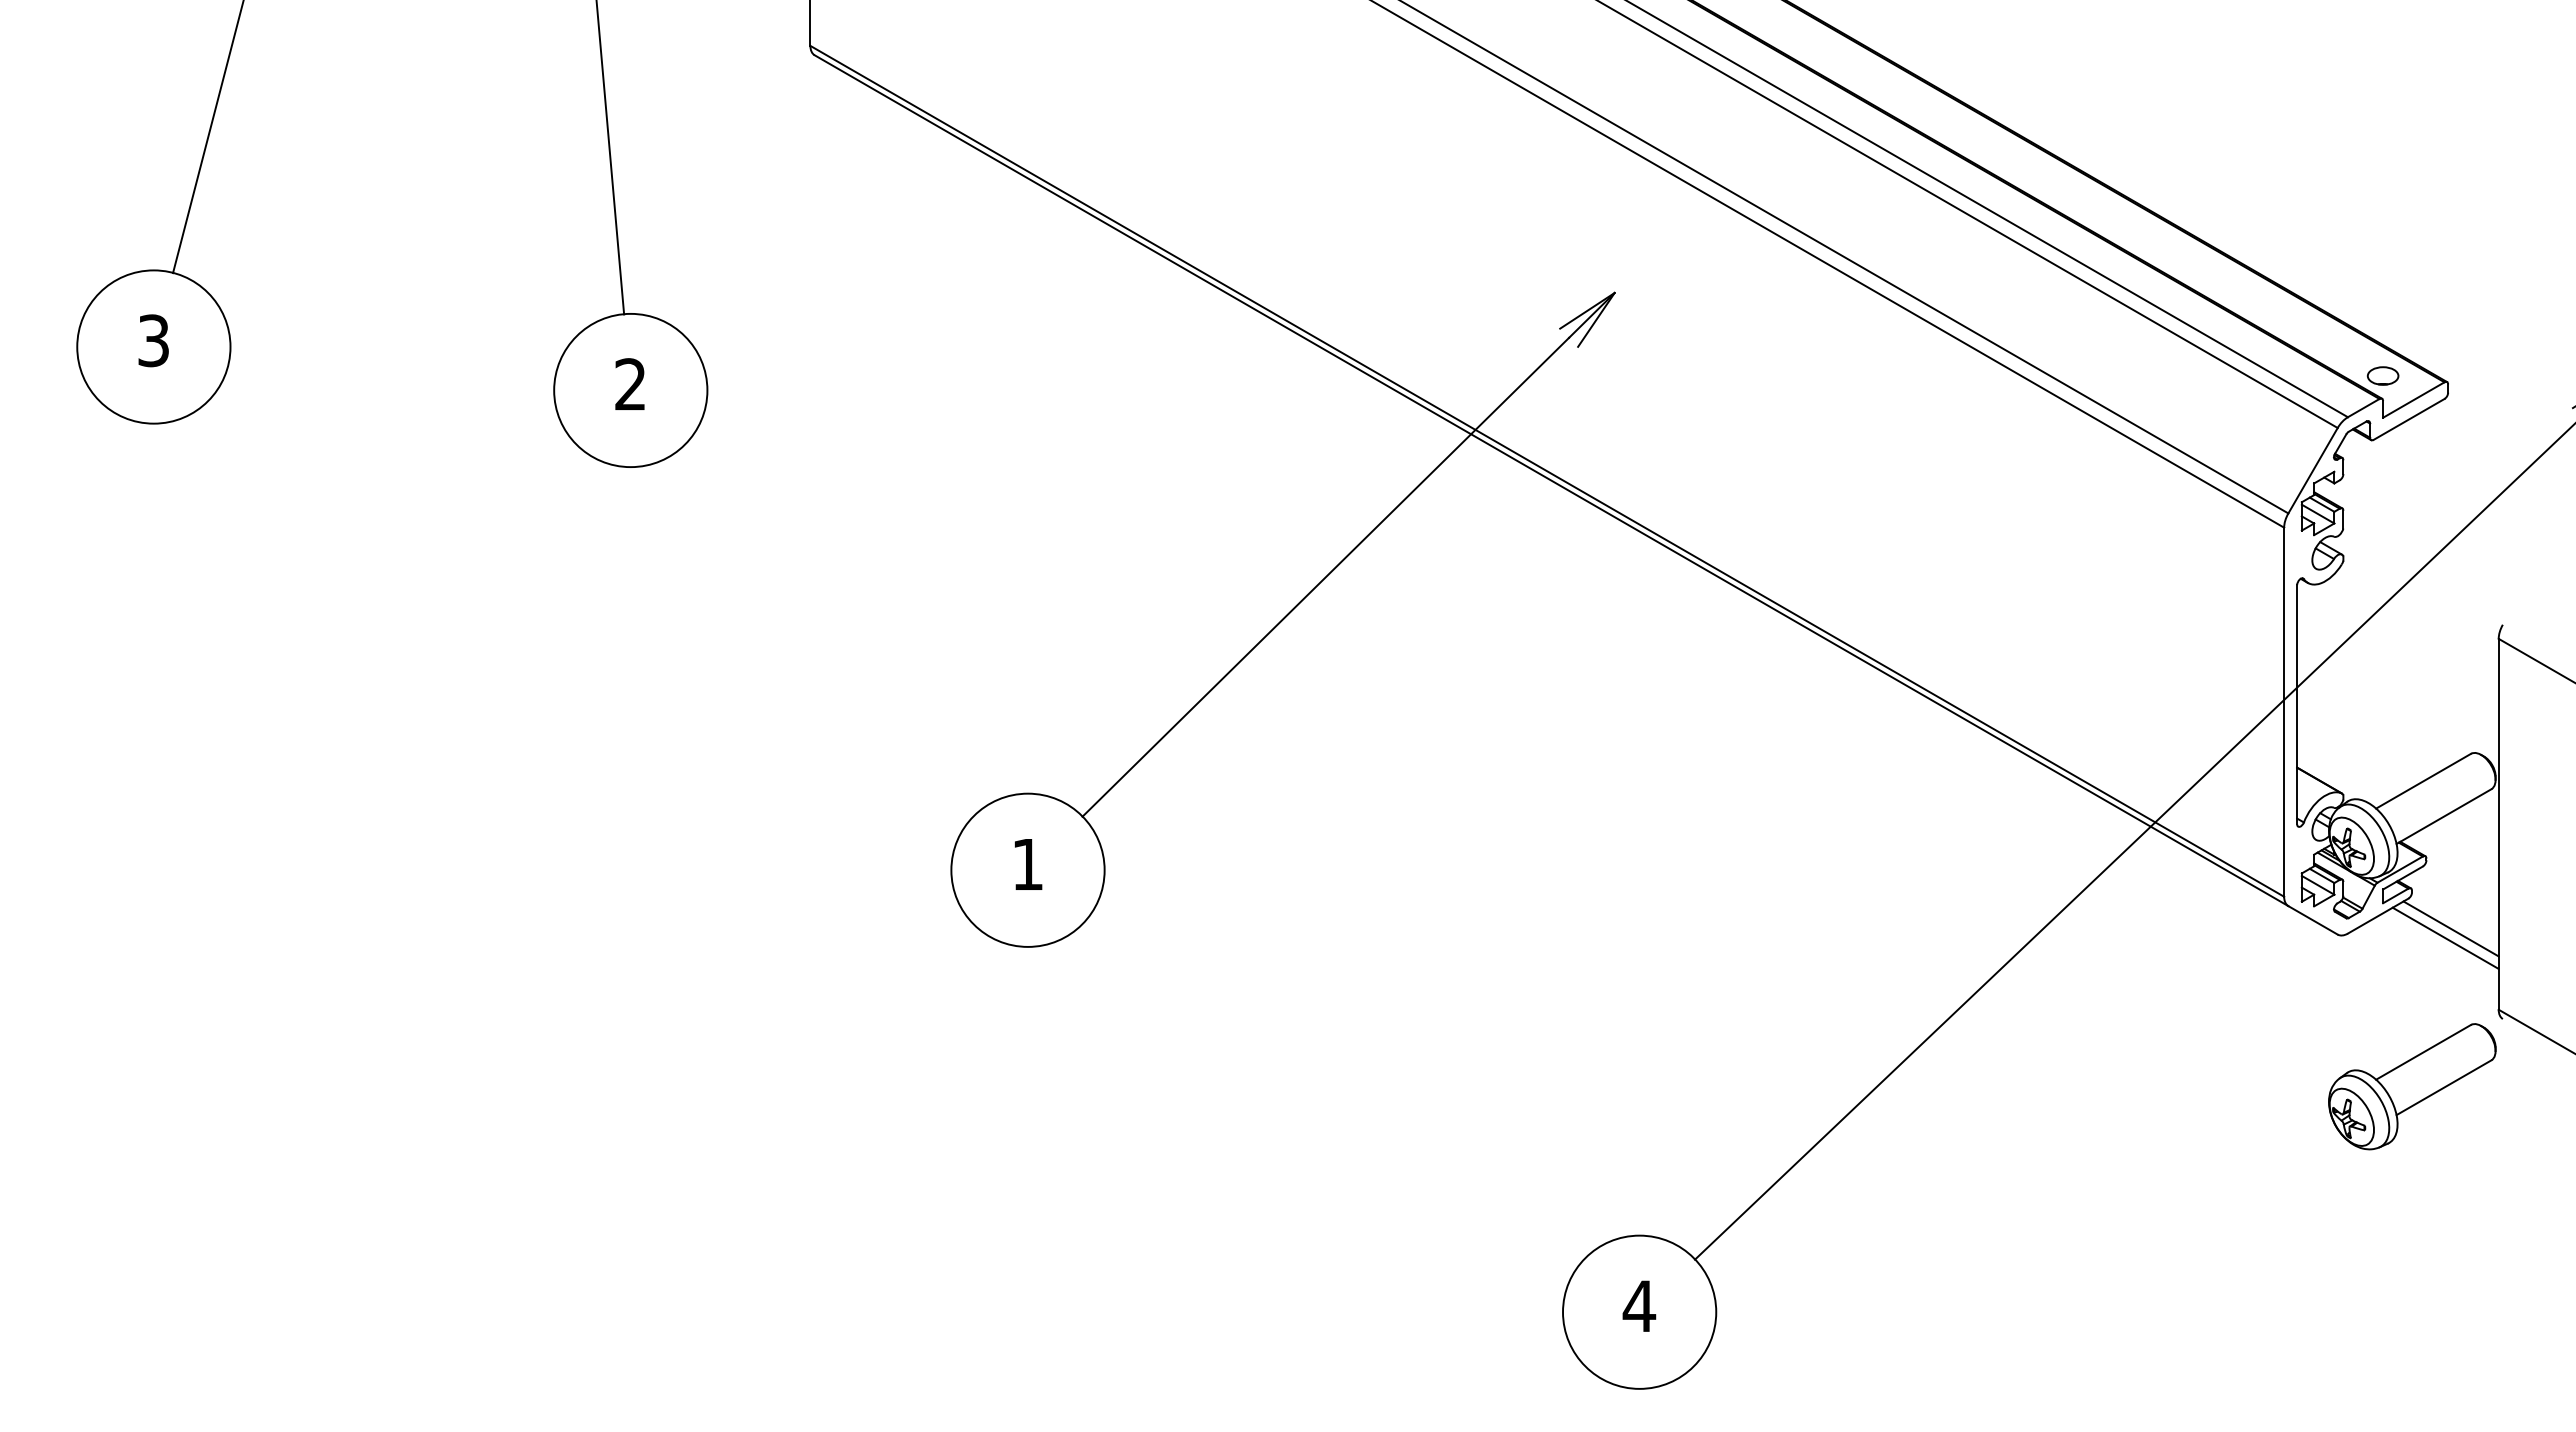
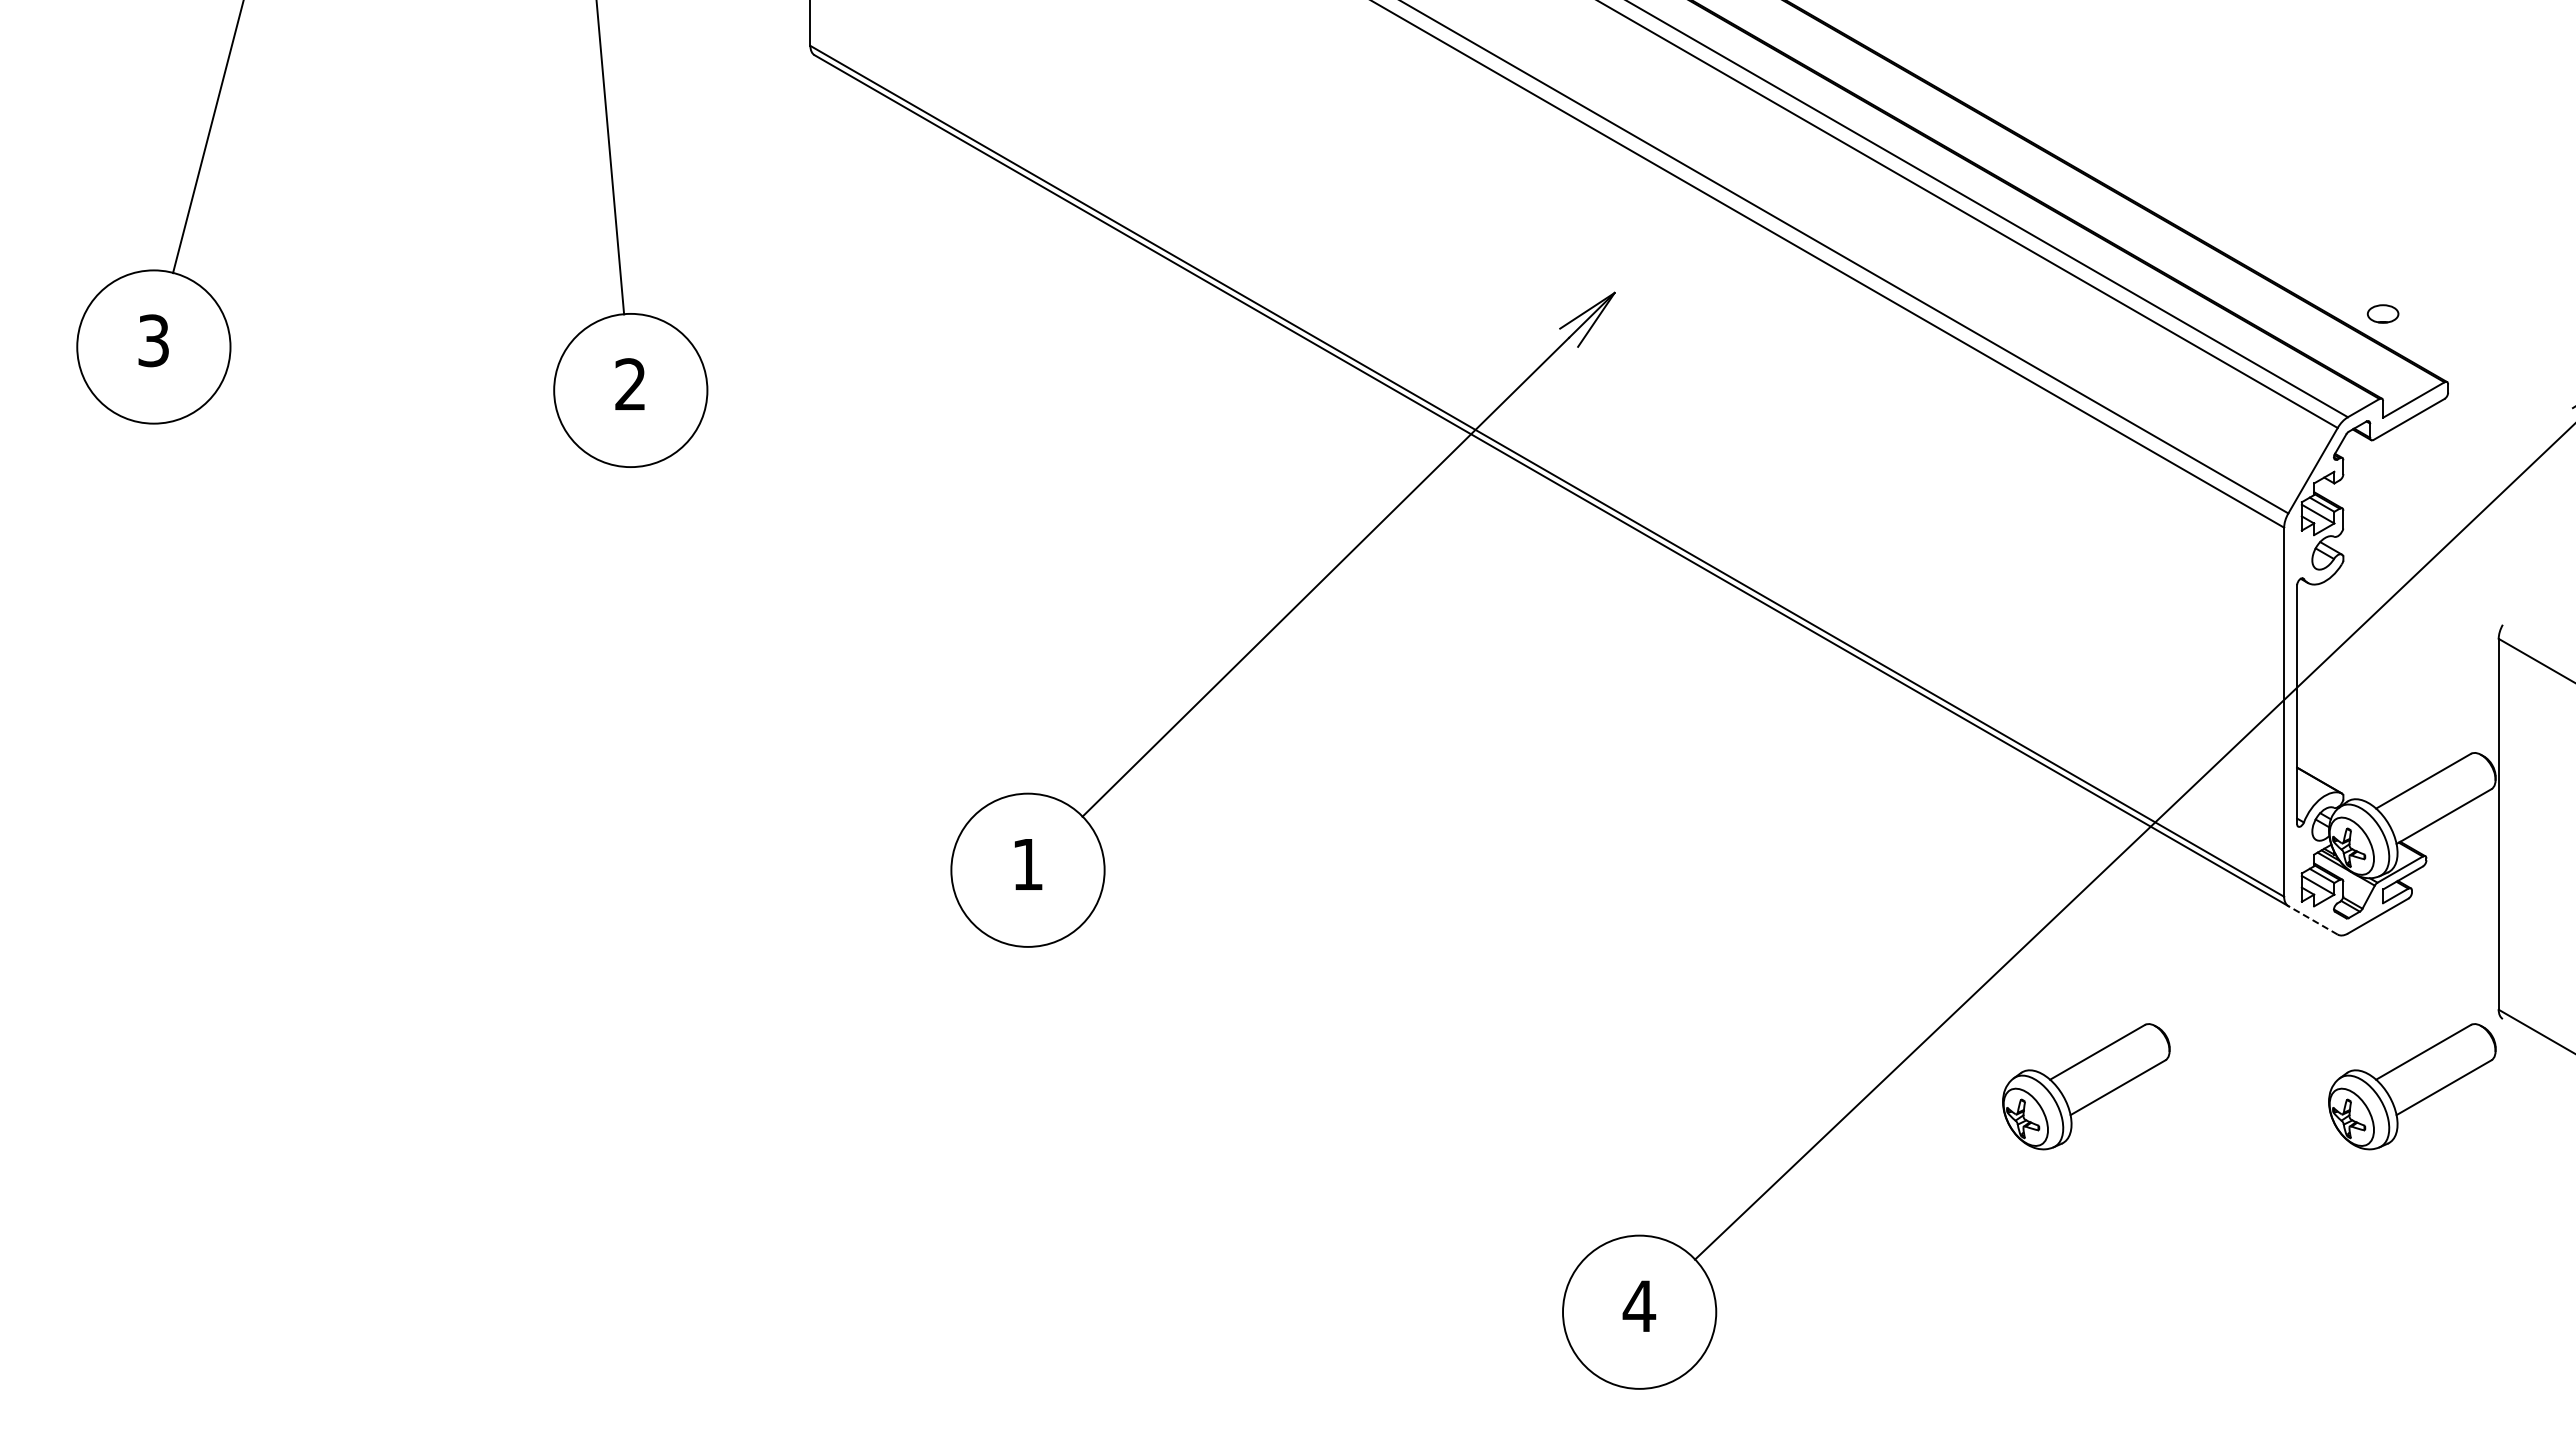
part at (2382, 375) position: (2382, 375) -> (2382, 313)
line at (2312, 920): solid -> dashed
line at (2450, 928): present -> none
line at (2445, 937): present -> none
part at (2086, 1086): none -> present
